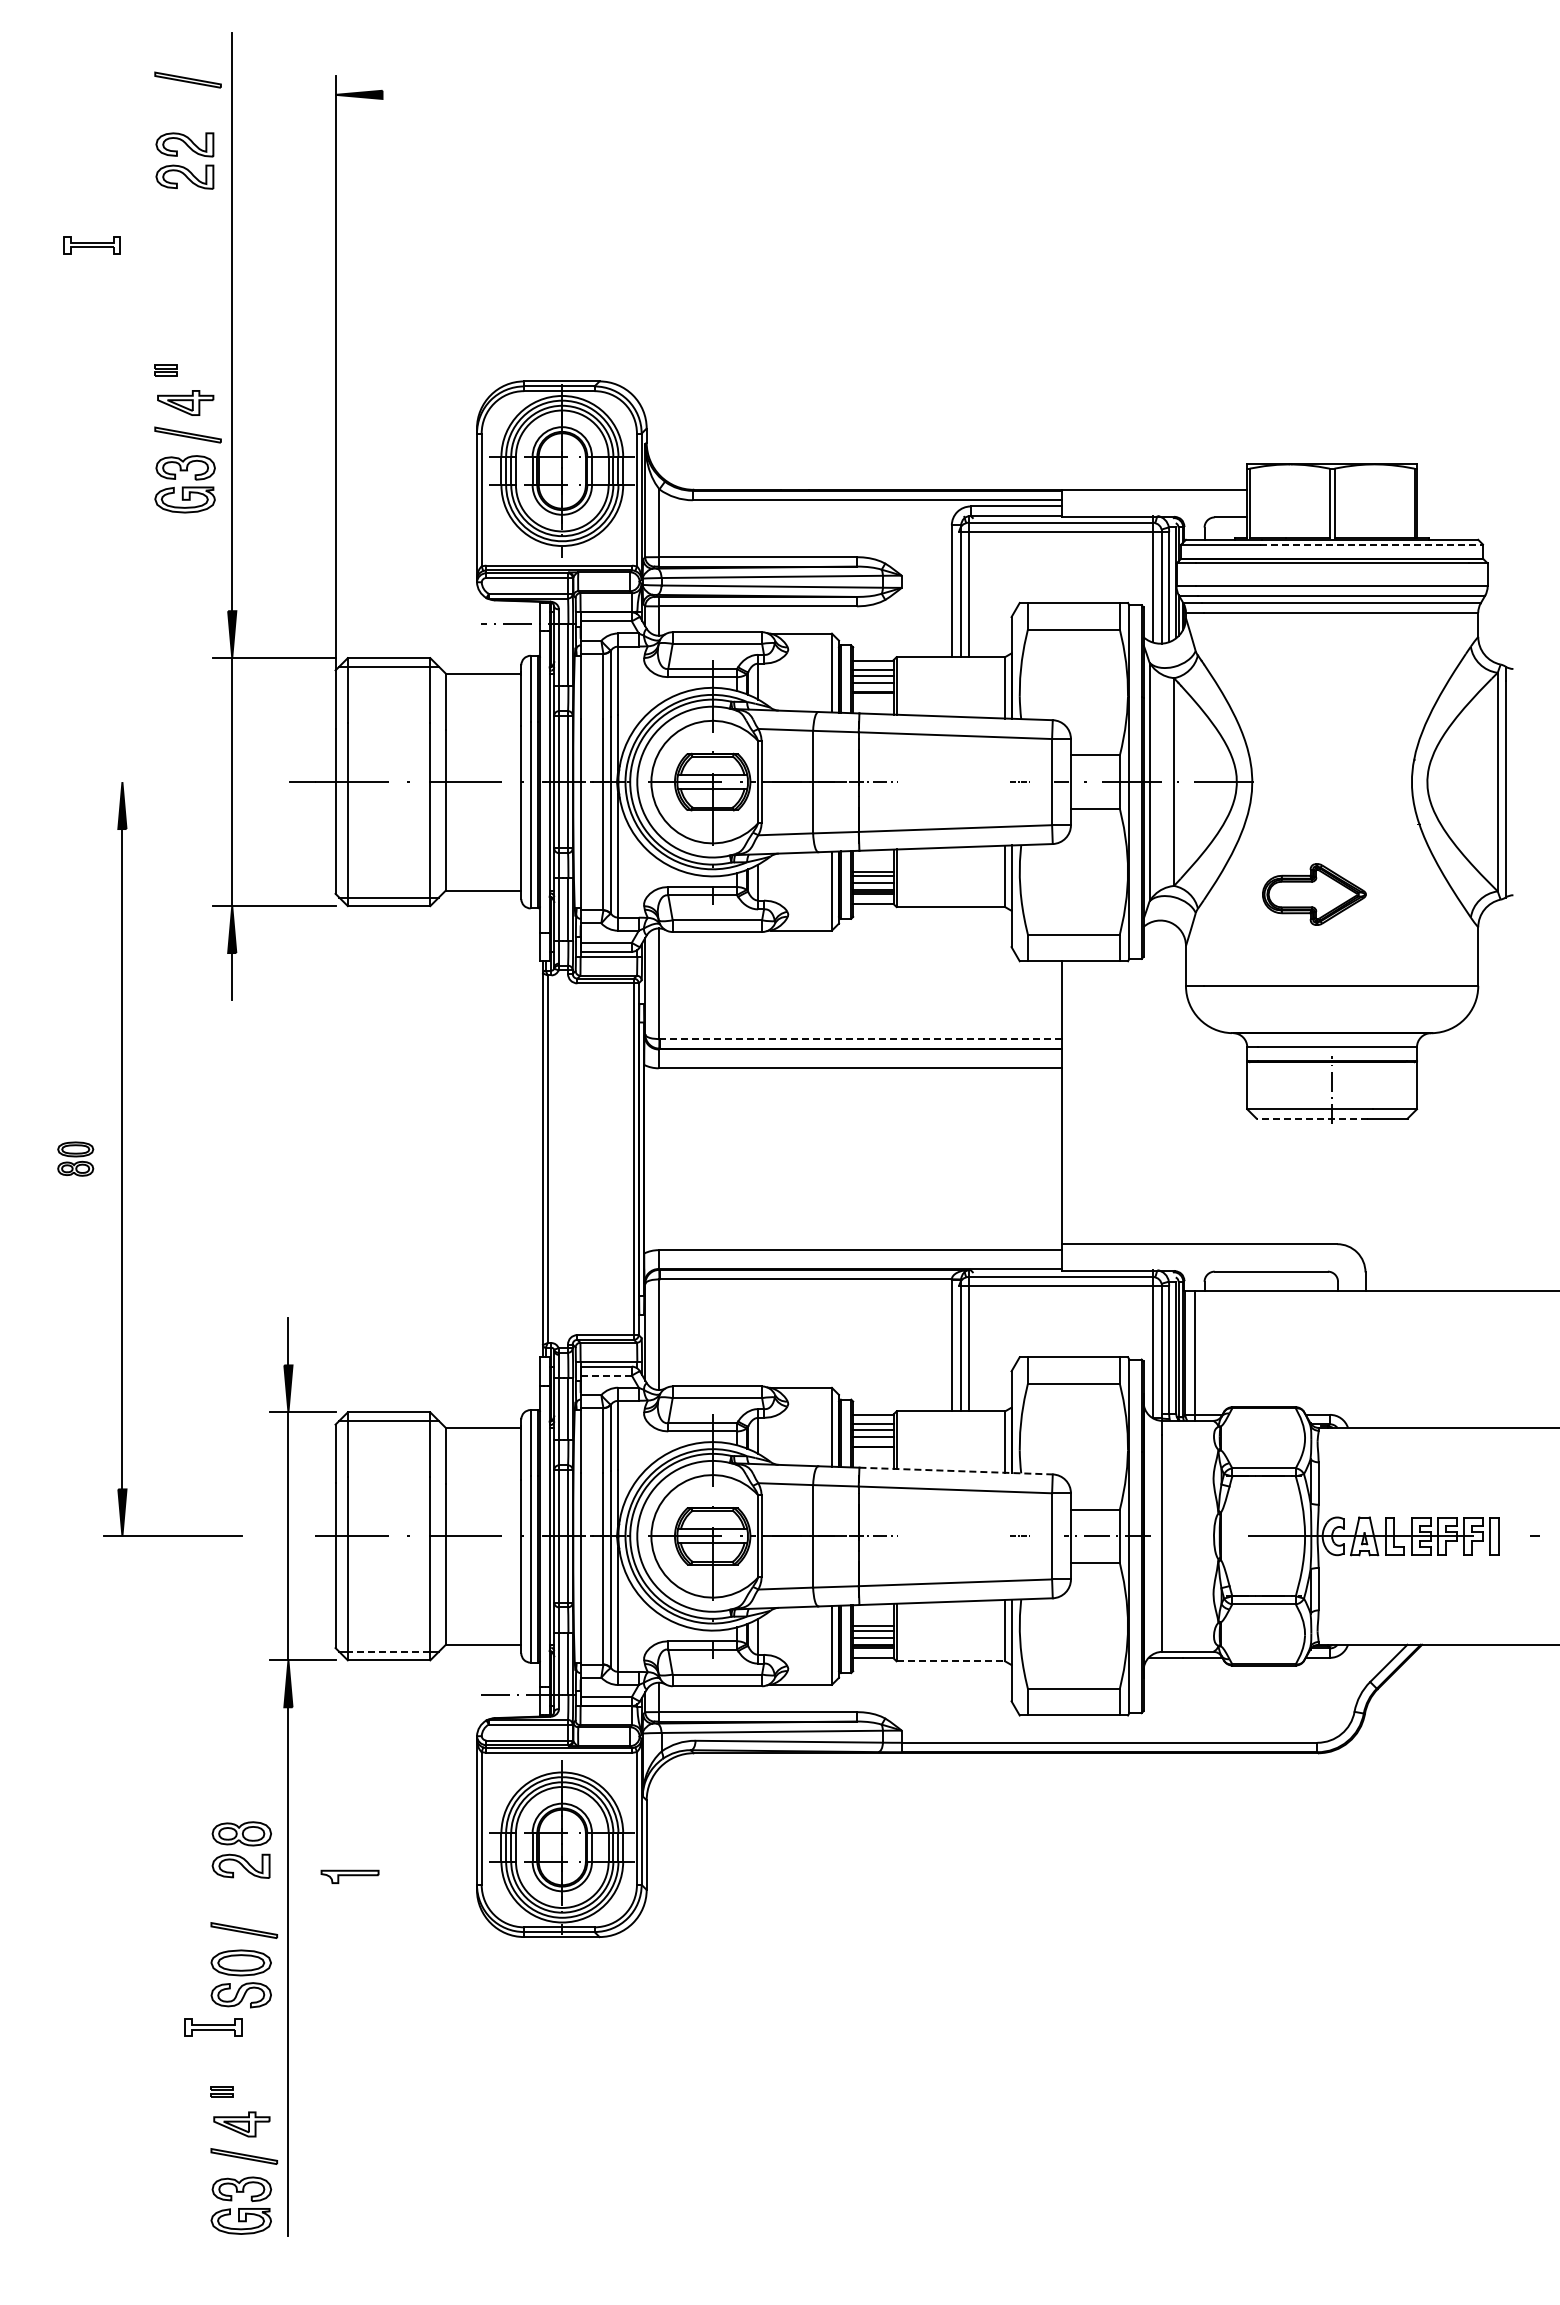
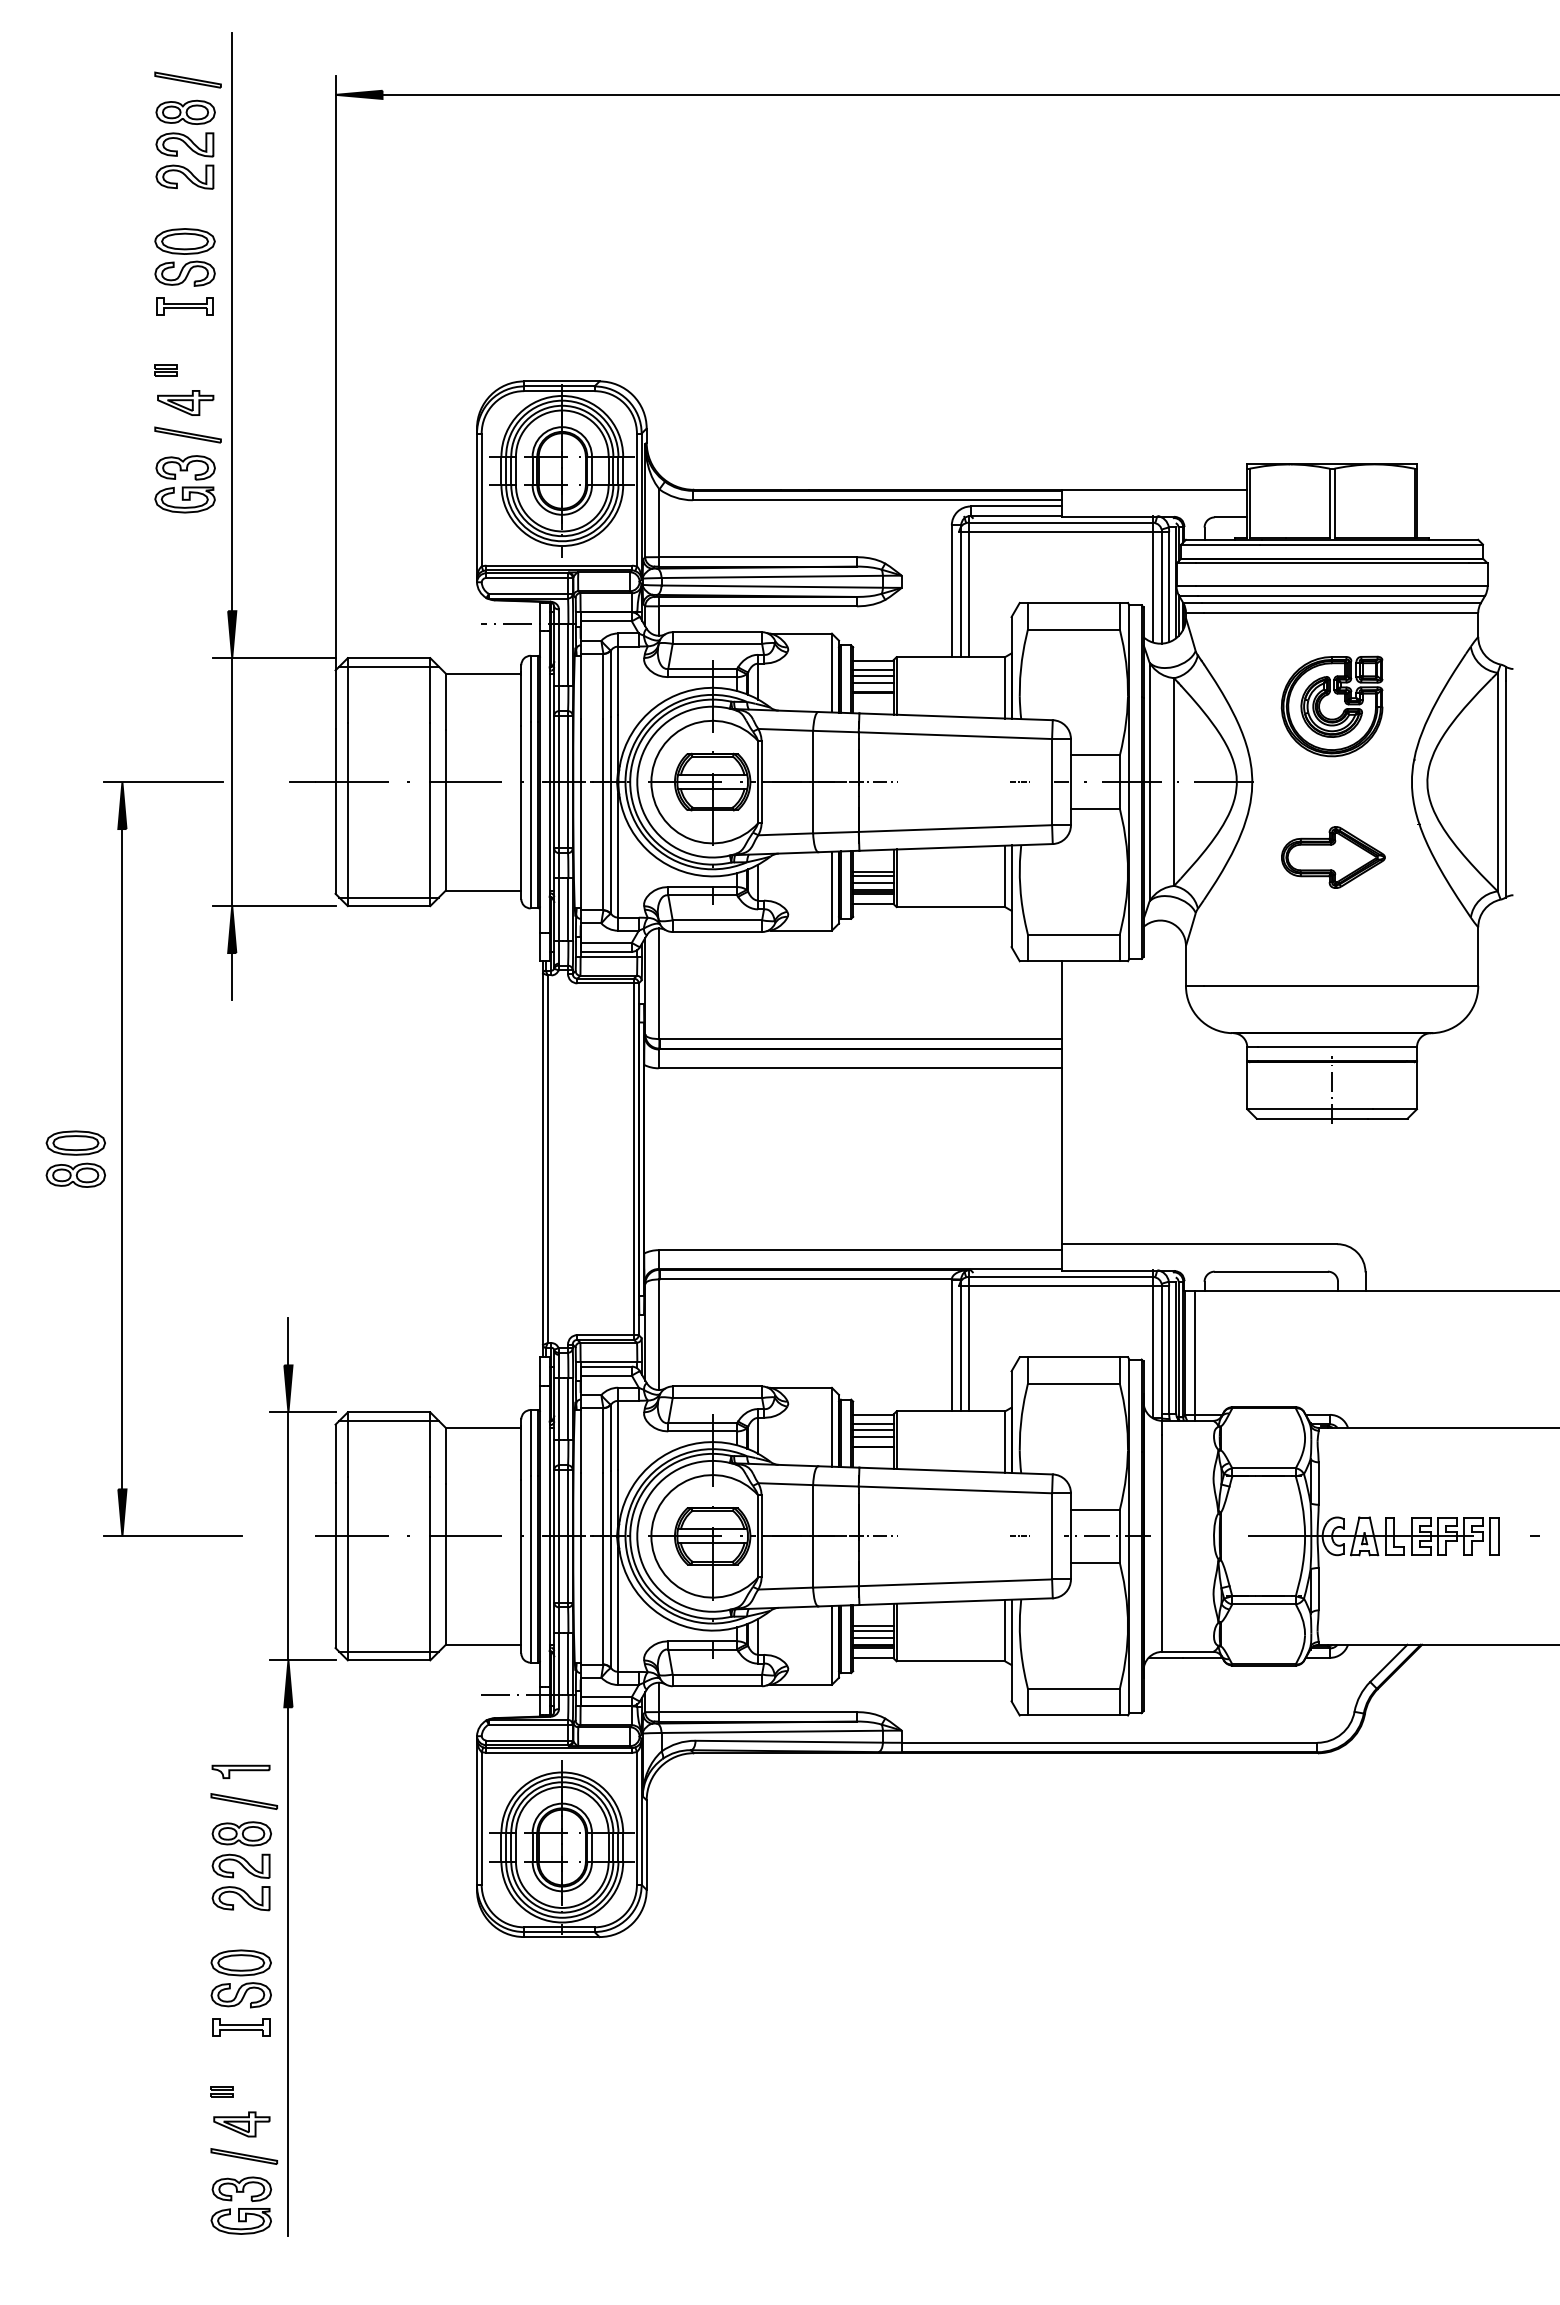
line at (969, 94): none -> present
part at (185, 111): none -> present
part at (91, 245) position: (91, 245) -> (184, 306)
part at (184, 257): none -> present
line at (1371, 544): dashed -> solid
part at (1331, 706): none -> present
line at (163, 782): none -> present
part at (1314, 894) position: (1314, 894) -> (1333, 857)
line at (860, 1039): dashed -> solid
line at (1312, 1118): dashed -> solid
part at (75, 1158) size: 38x36 px -> 61x58 px
line at (606, 1375): dashed -> solid
line at (956, 1471): dashed -> solid
line at (388, 1651): dashed -> solid
line at (951, 1661): dashed -> solid
part at (349, 1876) position: (349, 1876) -> (240, 1771)
part at (240, 1898): none -> present
part at (244, 1930) position: (244, 1930) -> (244, 1801)
part at (213, 2027) position: (213, 2027) -> (241, 2027)
